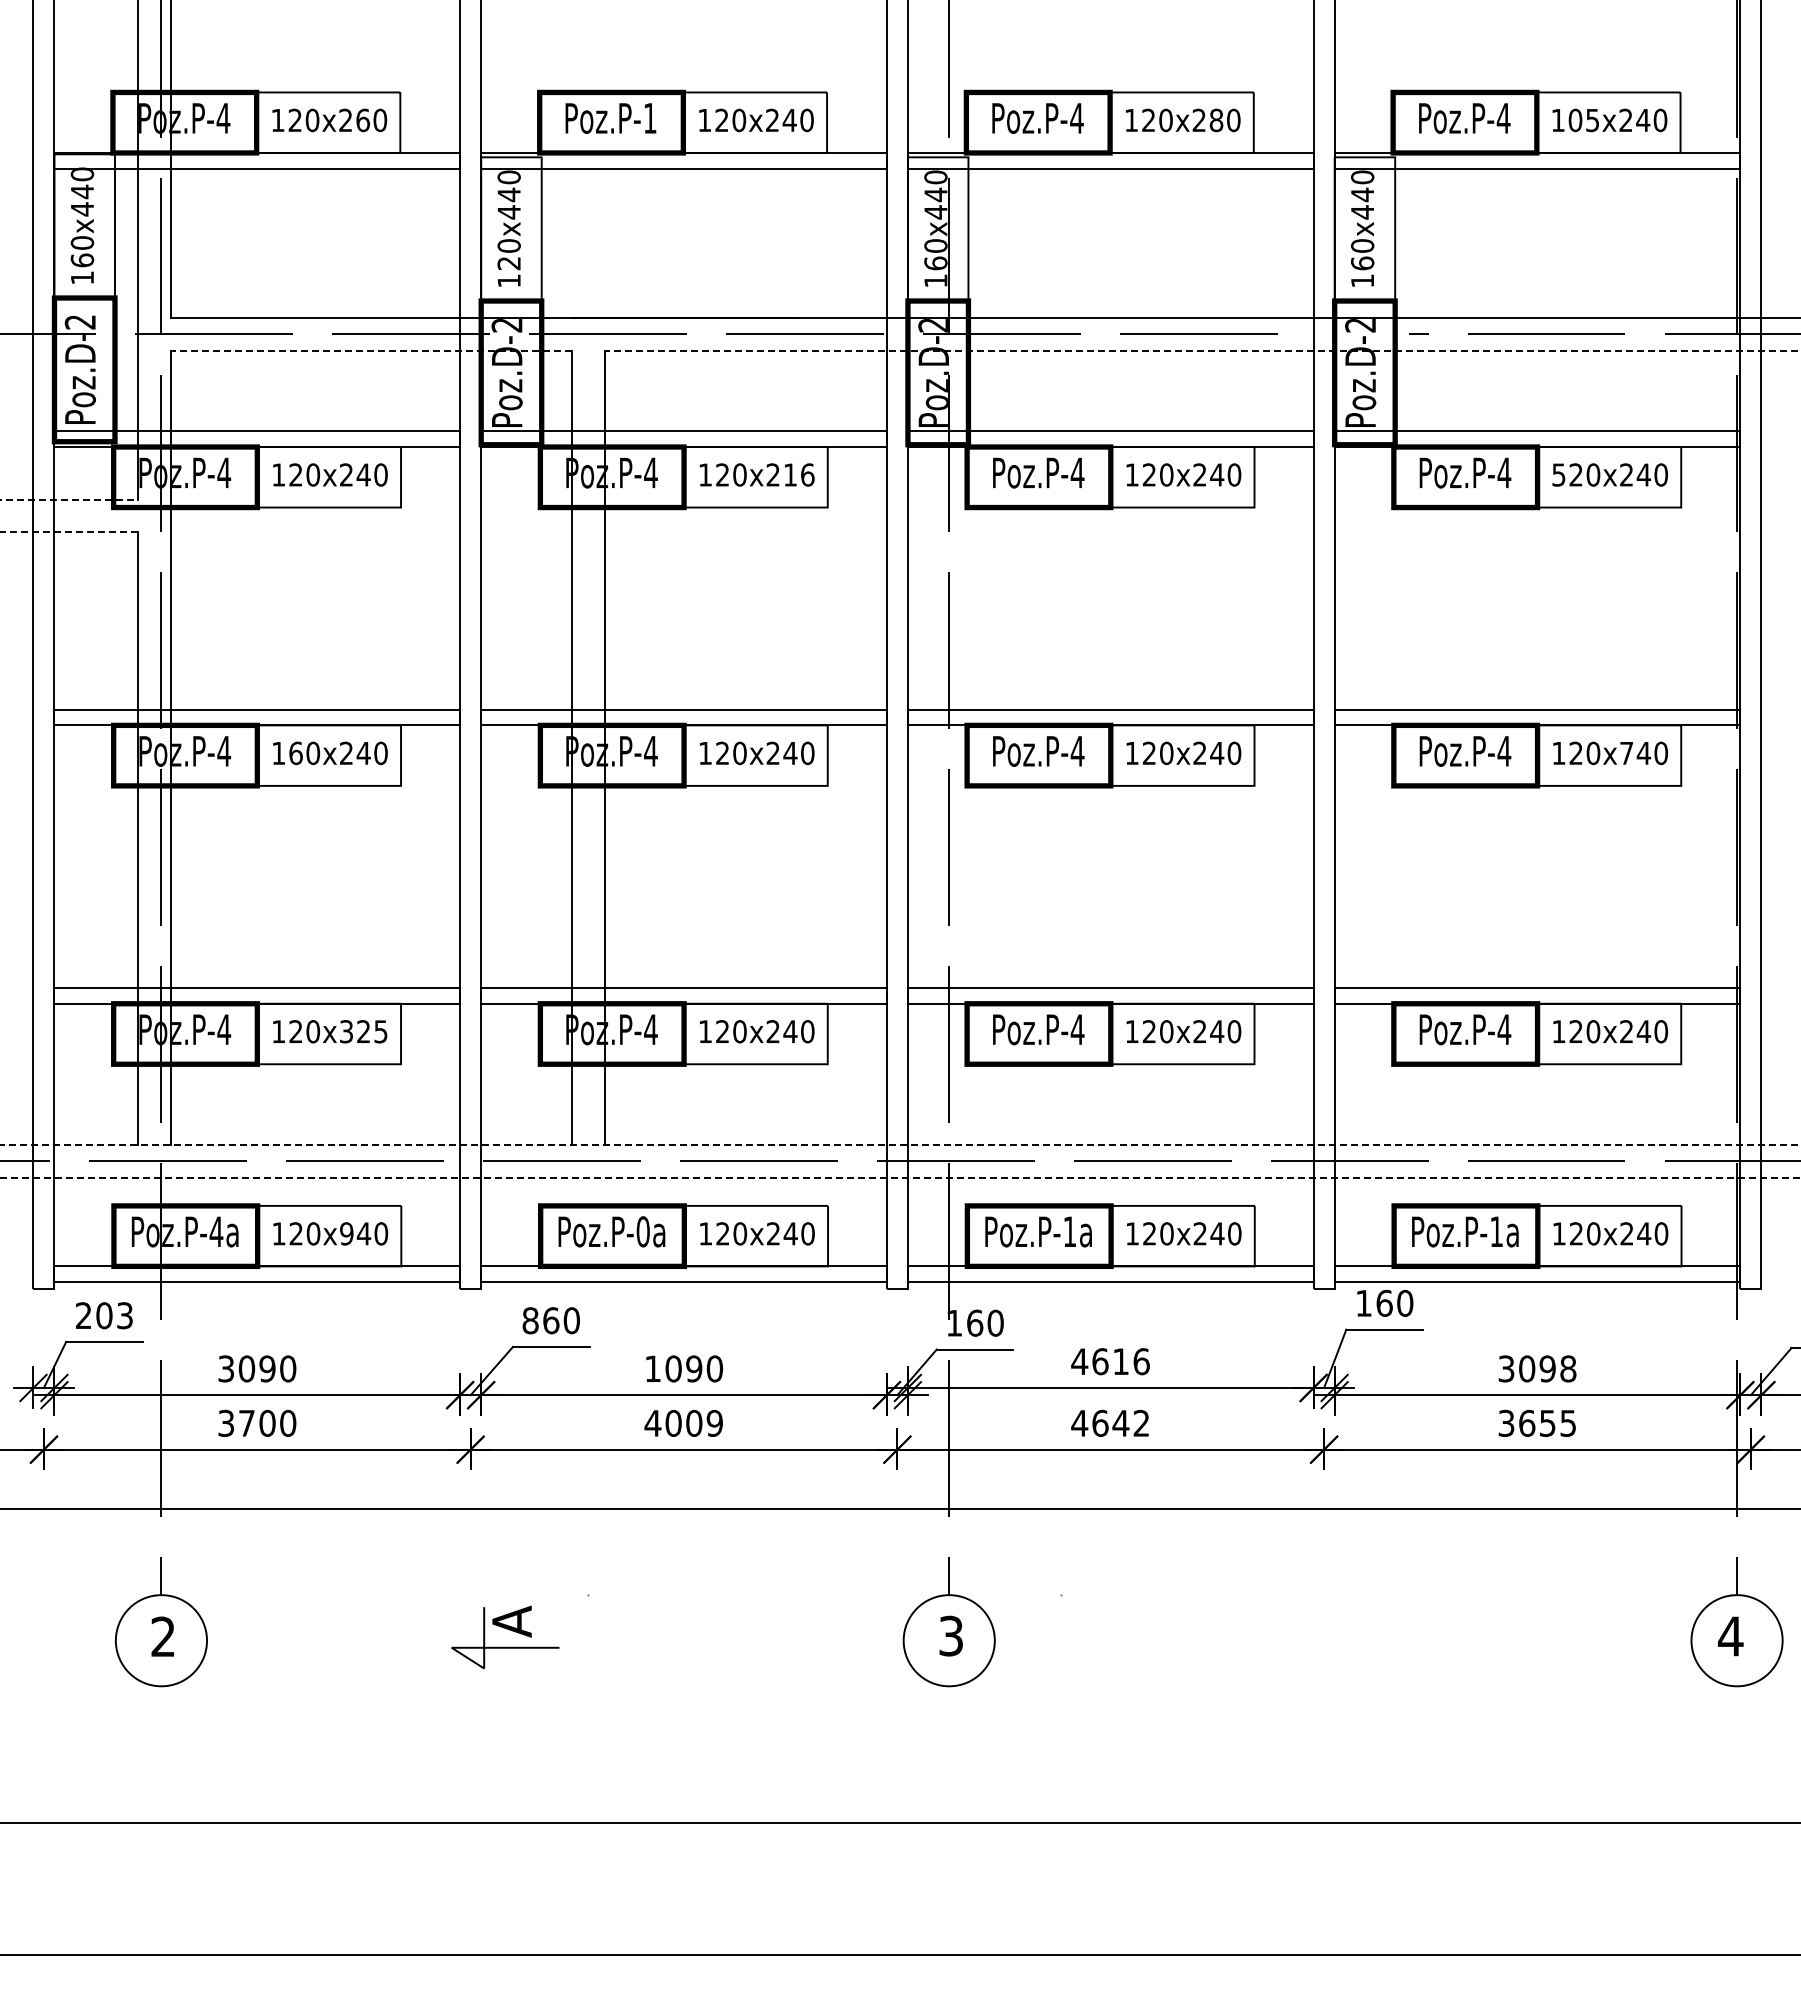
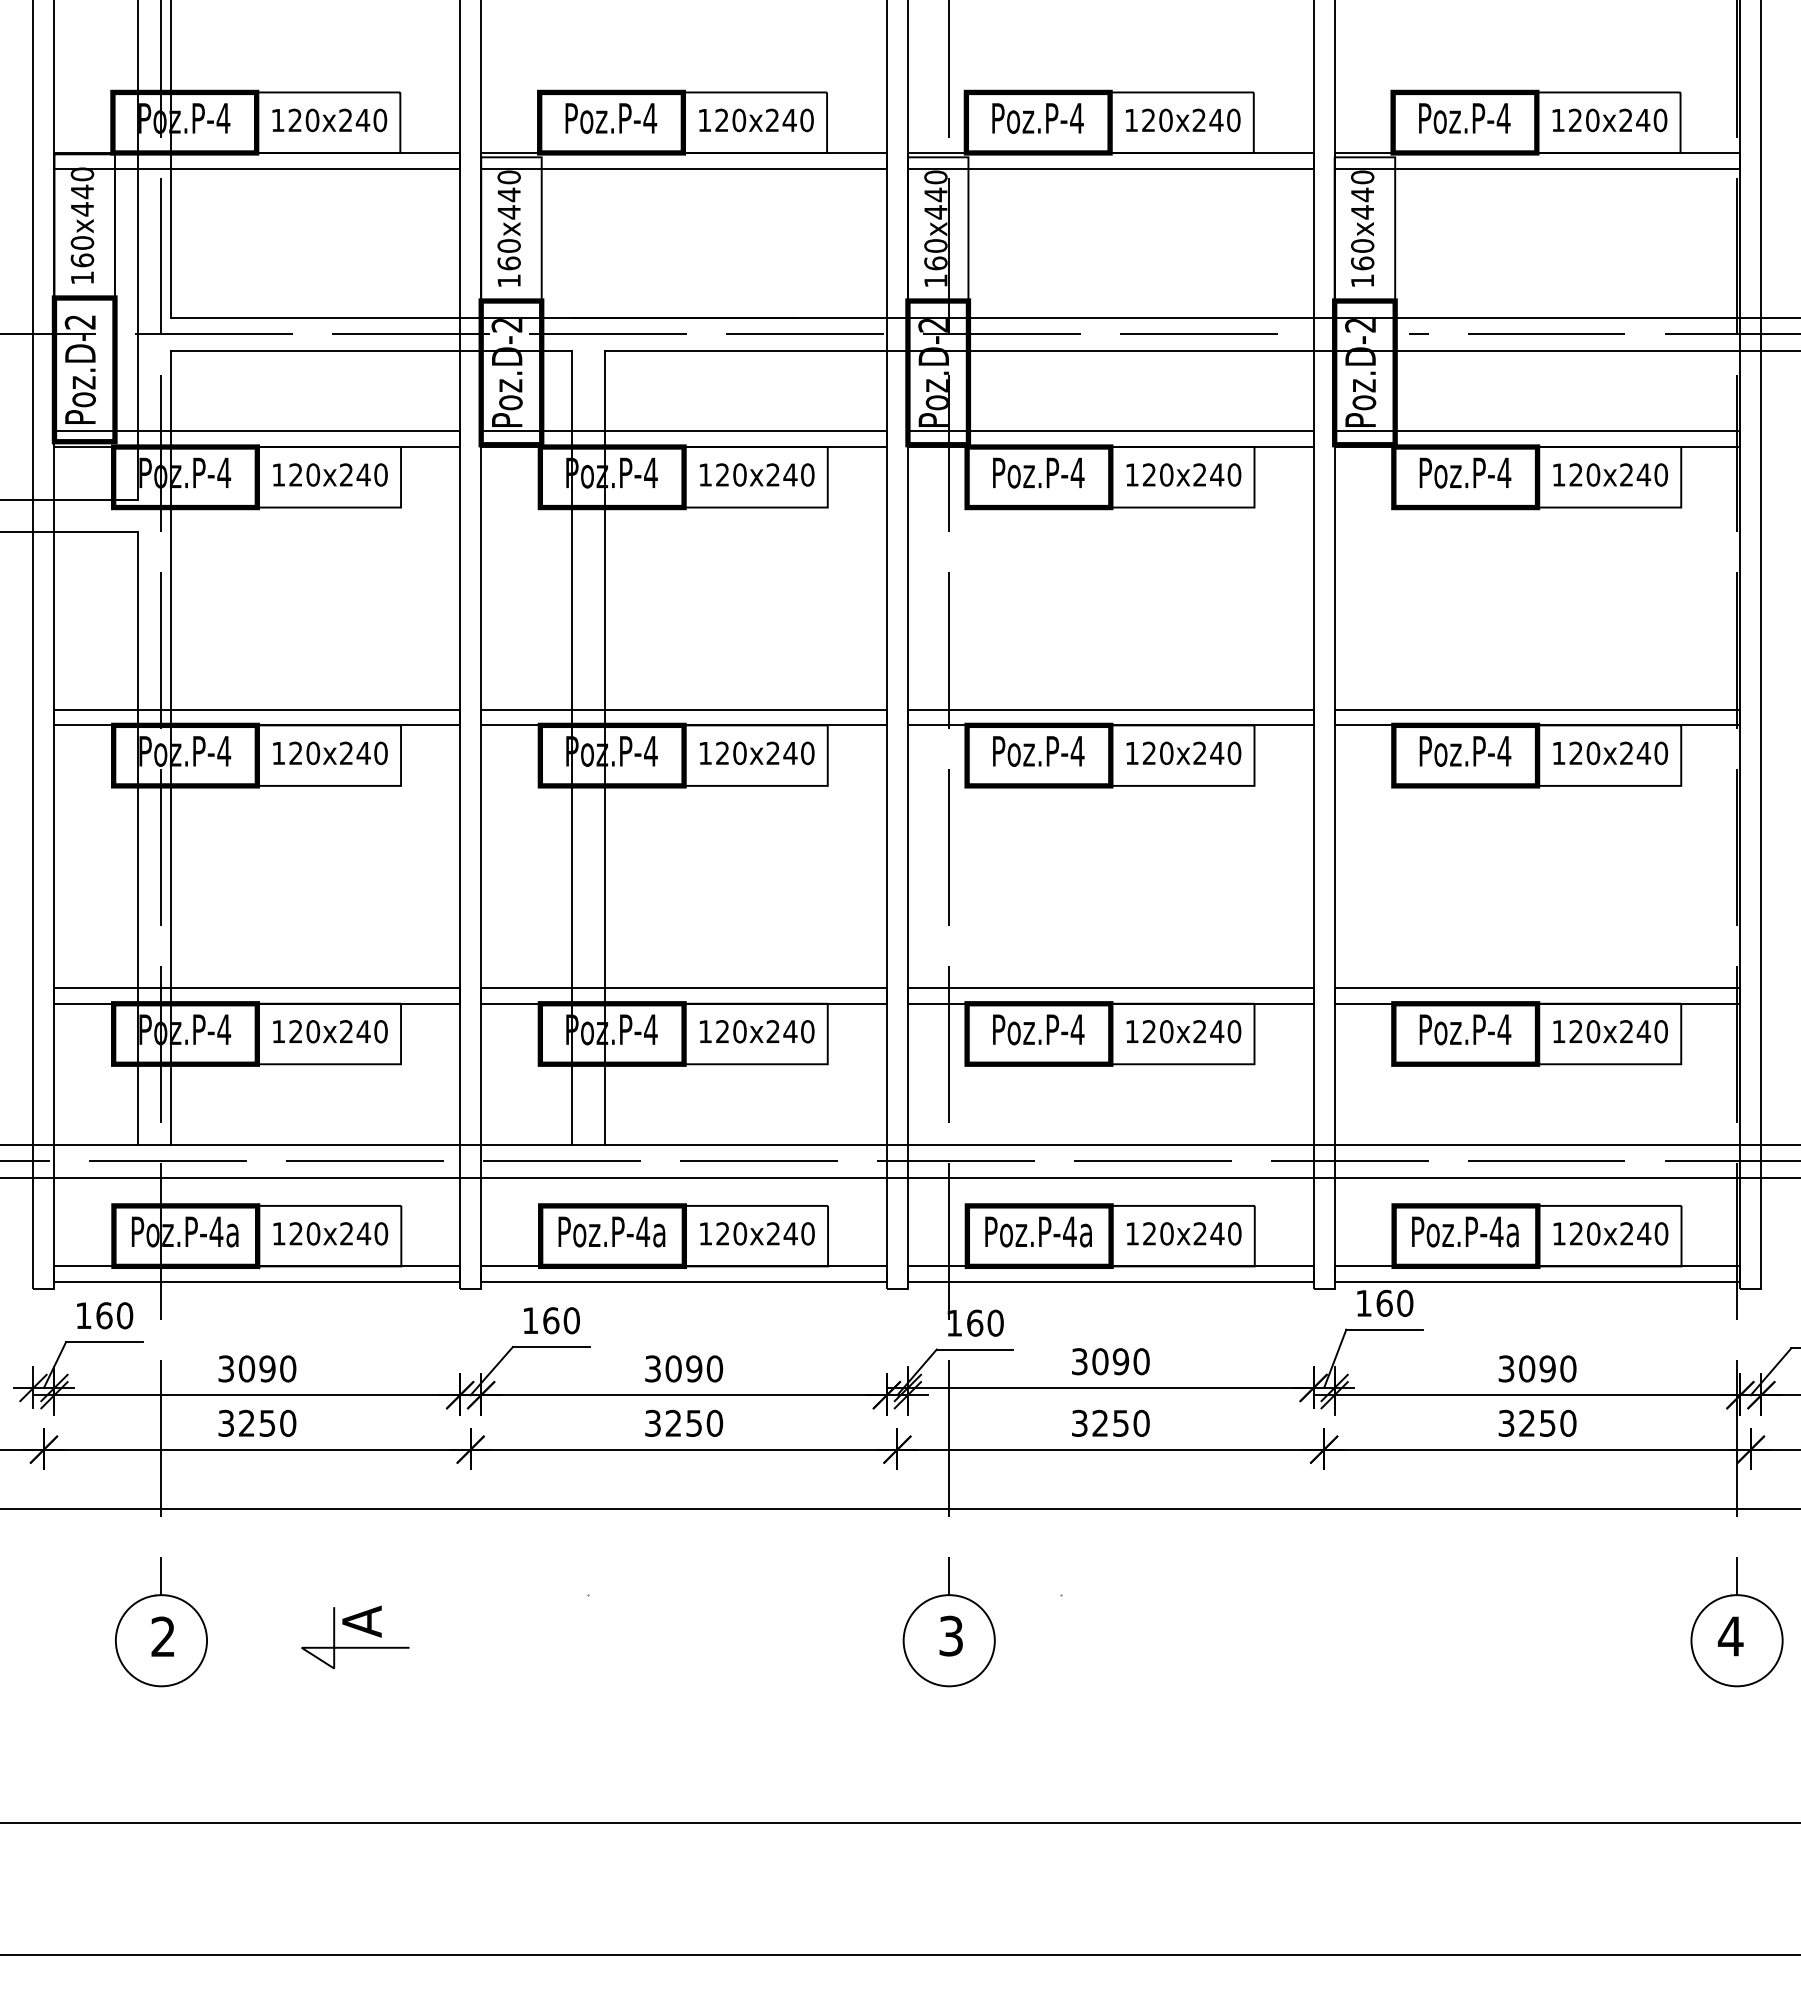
text at (650, 118): Poz.P-1 -> Poz.P-4
text at (362, 120): 120x260 -> 120x240
text at (1216, 120): 120x280 -> 120x240
text at (1583, 120): 105x240 -> 120x240
text at (508, 263): 120x440 -> 160x440
line at (371, 350): dashed -> solid
line at (1202, 350): dashed -> solid
text at (798, 474): 120x216 -> 120x240
text at (1558, 474): 520x240 -> 120x240
line at (0, 499): dashed -> solid
text at (1626, 752): 120x740 -> 120x240
text at (295, 753): 160x240 -> 120x240
text at (363, 1031): 120x325 -> 120x240
line at (900, 1144): dashed -> solid
line at (900, 1177): dashed -> solid
text at (643, 1231): Poz.P-0a -> Poz.P-4a
text at (1069, 1231): Poz.P-1a -> Poz.P-4a
text at (1496, 1231): Poz.P-1a -> Poz.P-4a
text at (346, 1233): 120x940 -> 120x240
text at (104, 1315): 203 -> 160
text at (530, 1320): 860 -> 160
text at (1110, 1361): 4616 -> 3090
text at (652, 1368): 1090 -> 3090
text at (1568, 1368): 3098 -> 3090
text at (257, 1422): 3700 -> 3250
text at (683, 1422): 4009 -> 3250
text at (1110, 1422): 4642 -> 3250
text at (1547, 1422): 3655 -> 3250
part at (506, 1629) position: (506, 1629) -> (356, 1629)
